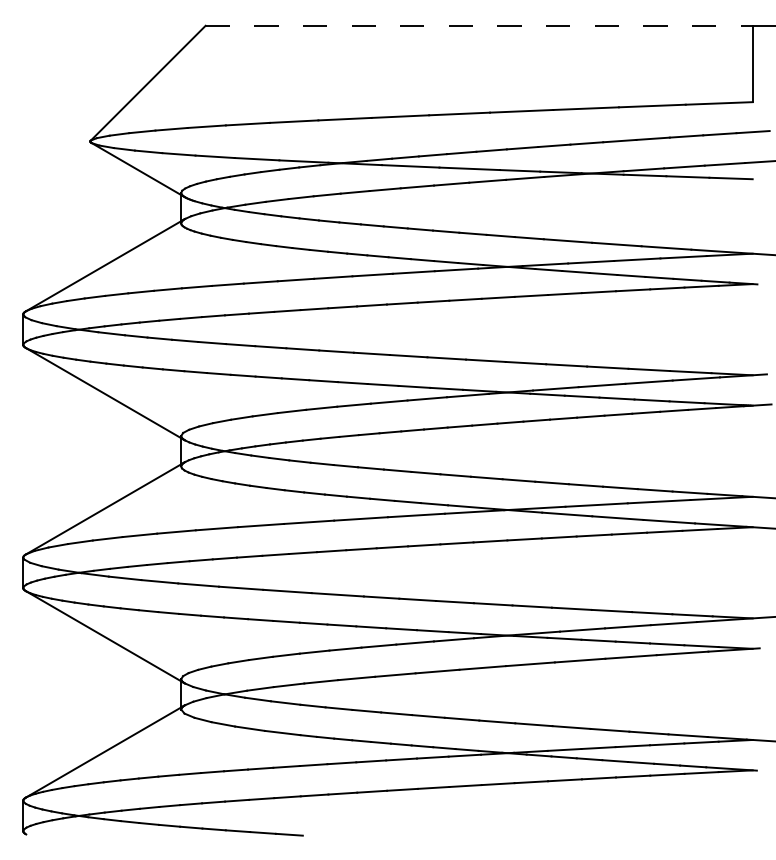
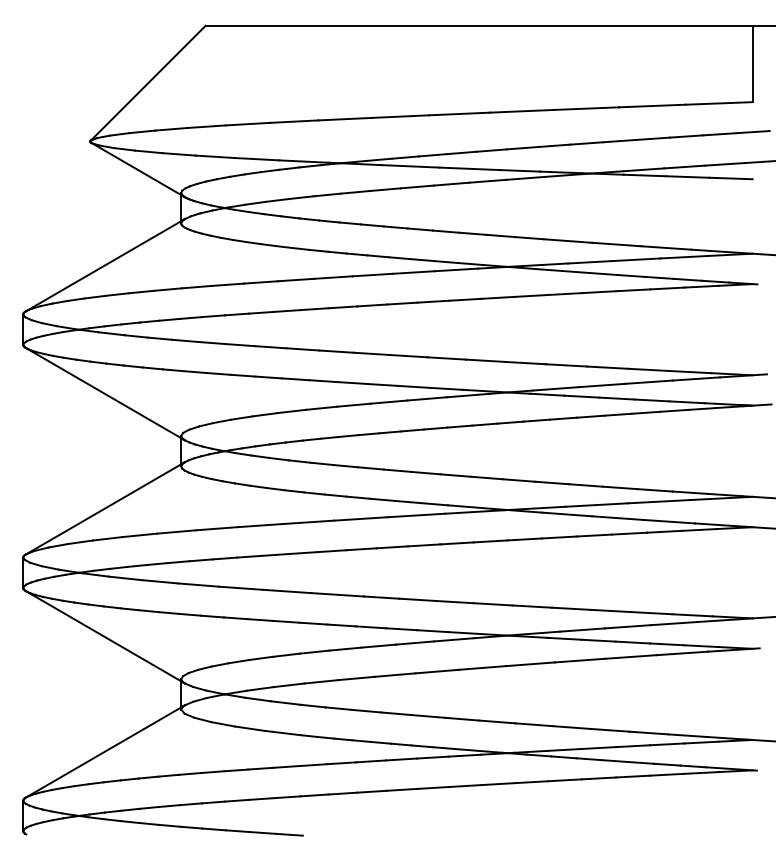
line at (479, 25): dashed -> solid
